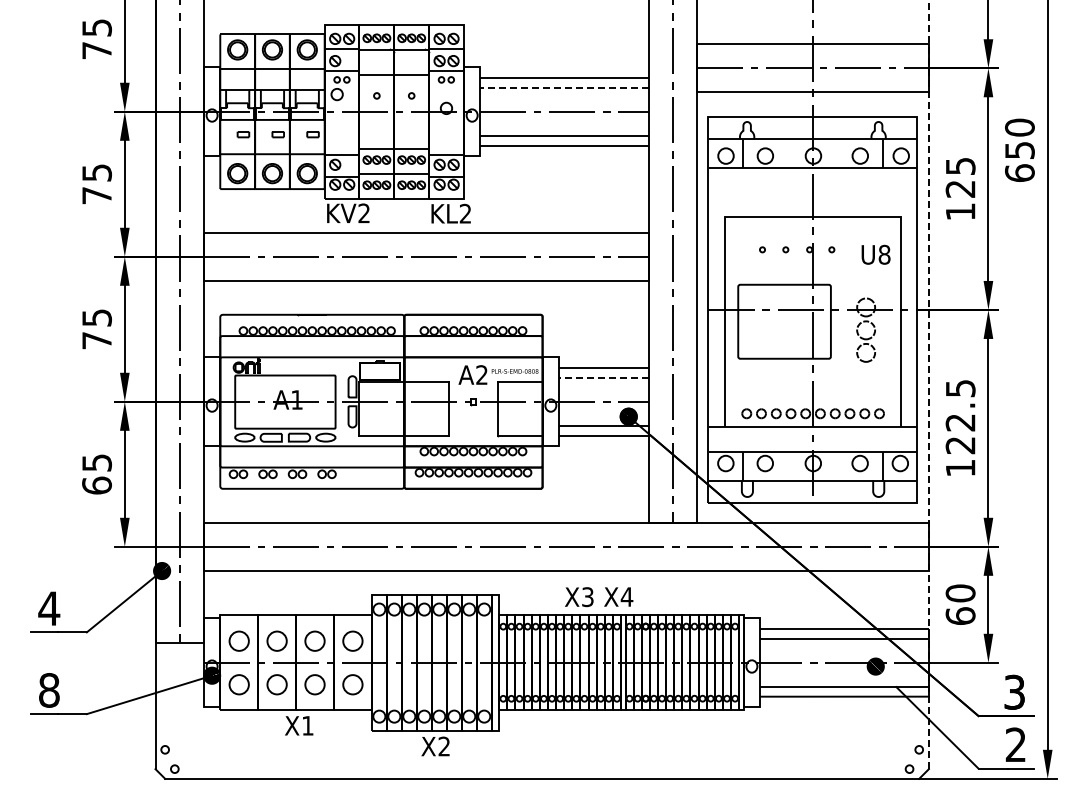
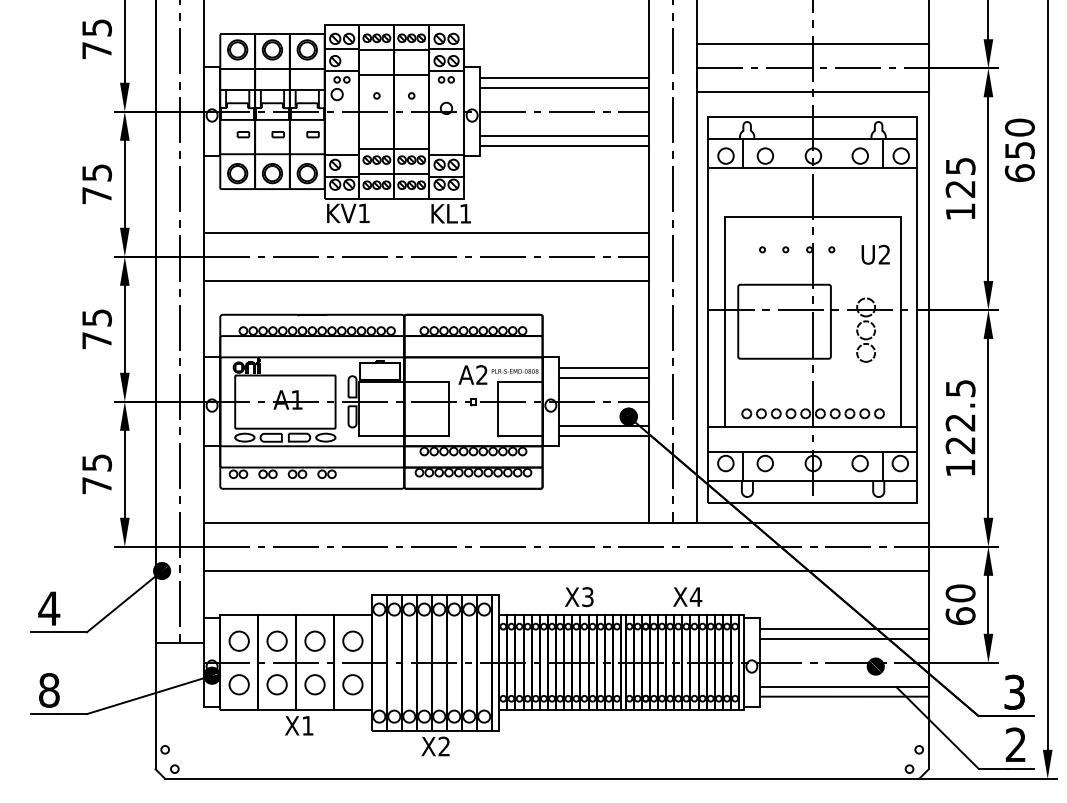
line at (563, 87): dashed -> solid
text at (363, 212): KV2 -> KV1
text at (464, 213): KL2 -> KL1
text at (884, 254): U8 -> U2
line at (603, 377): dashed -> solid
line at (928, 384): dashed -> solid
text at (96, 485): 65 -> 75
text at (618, 596) position: (618, 596) -> (687, 596)
